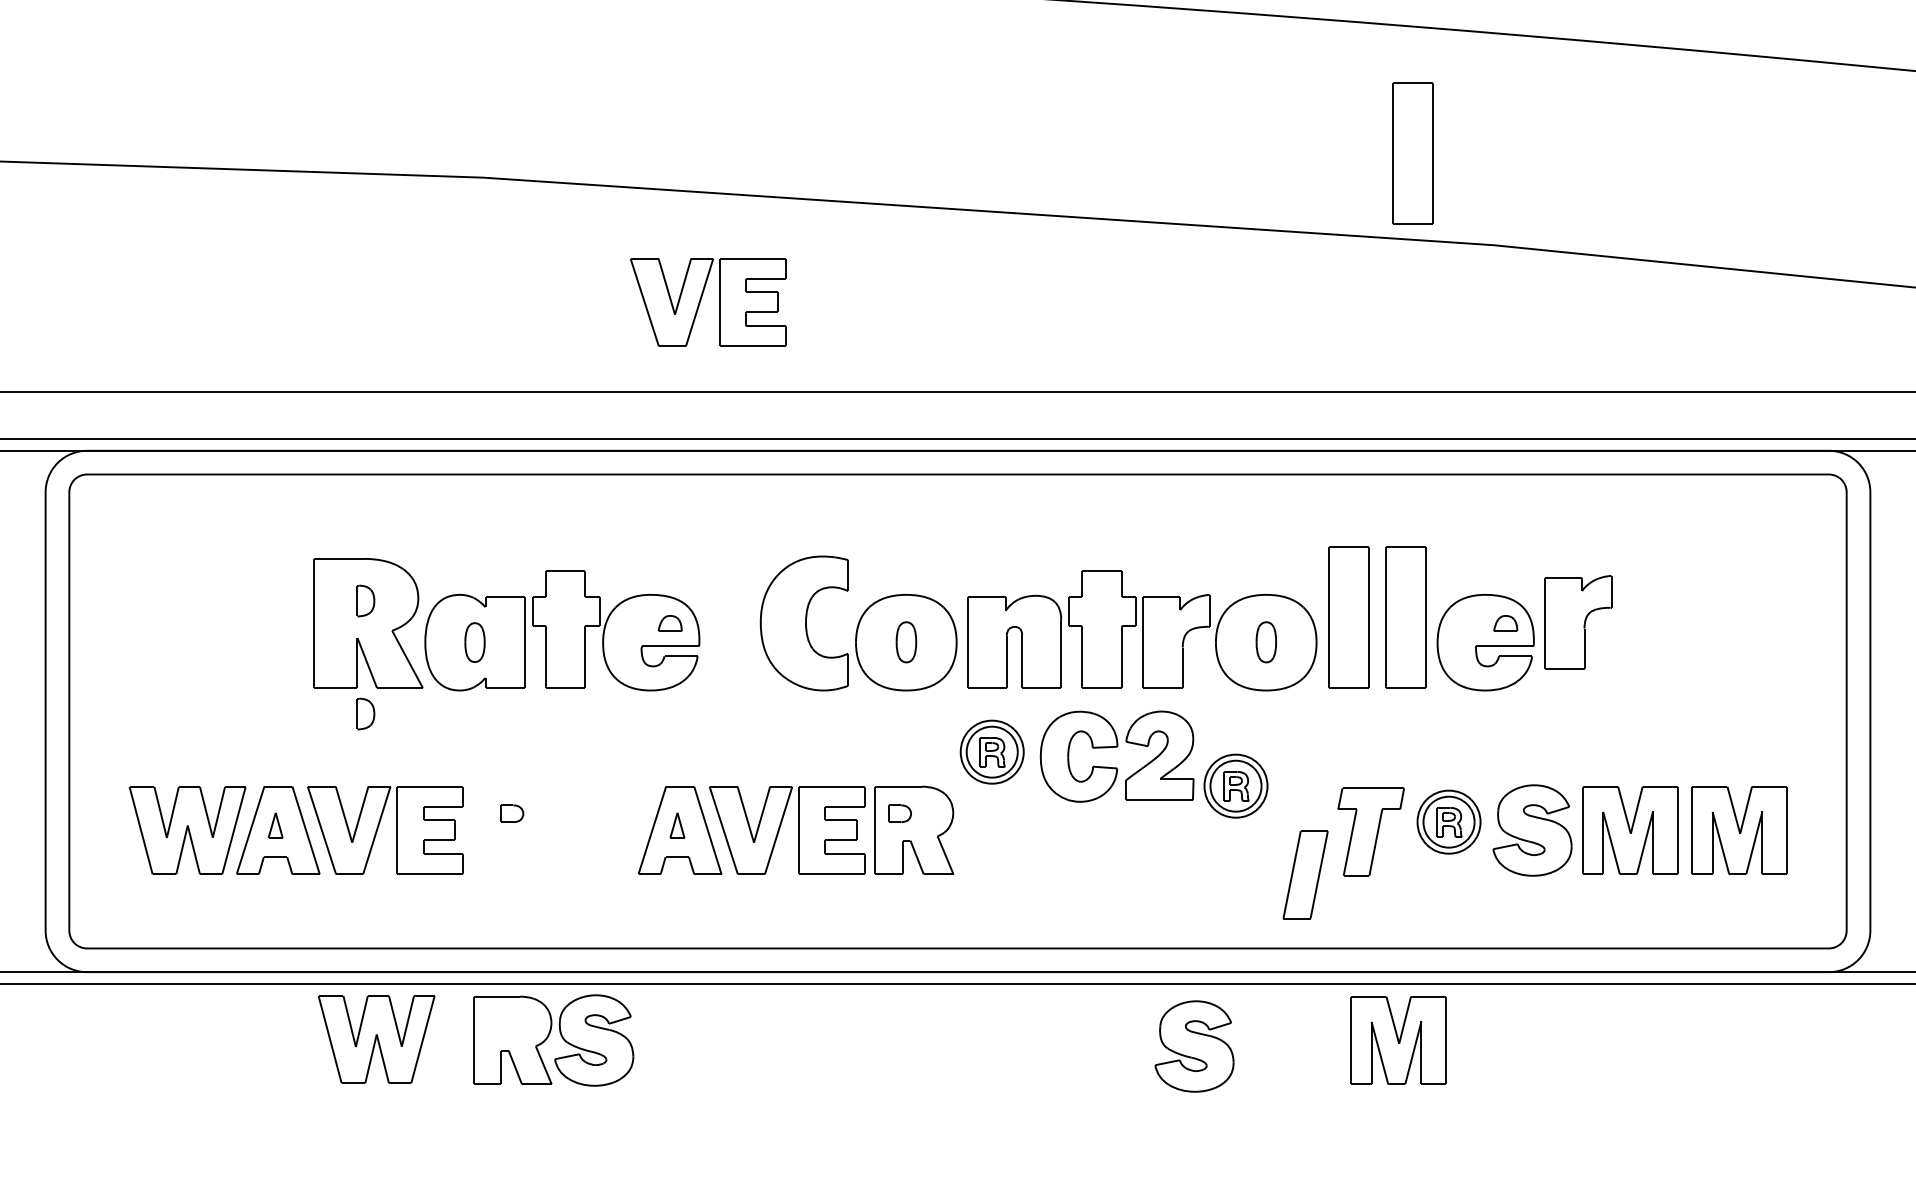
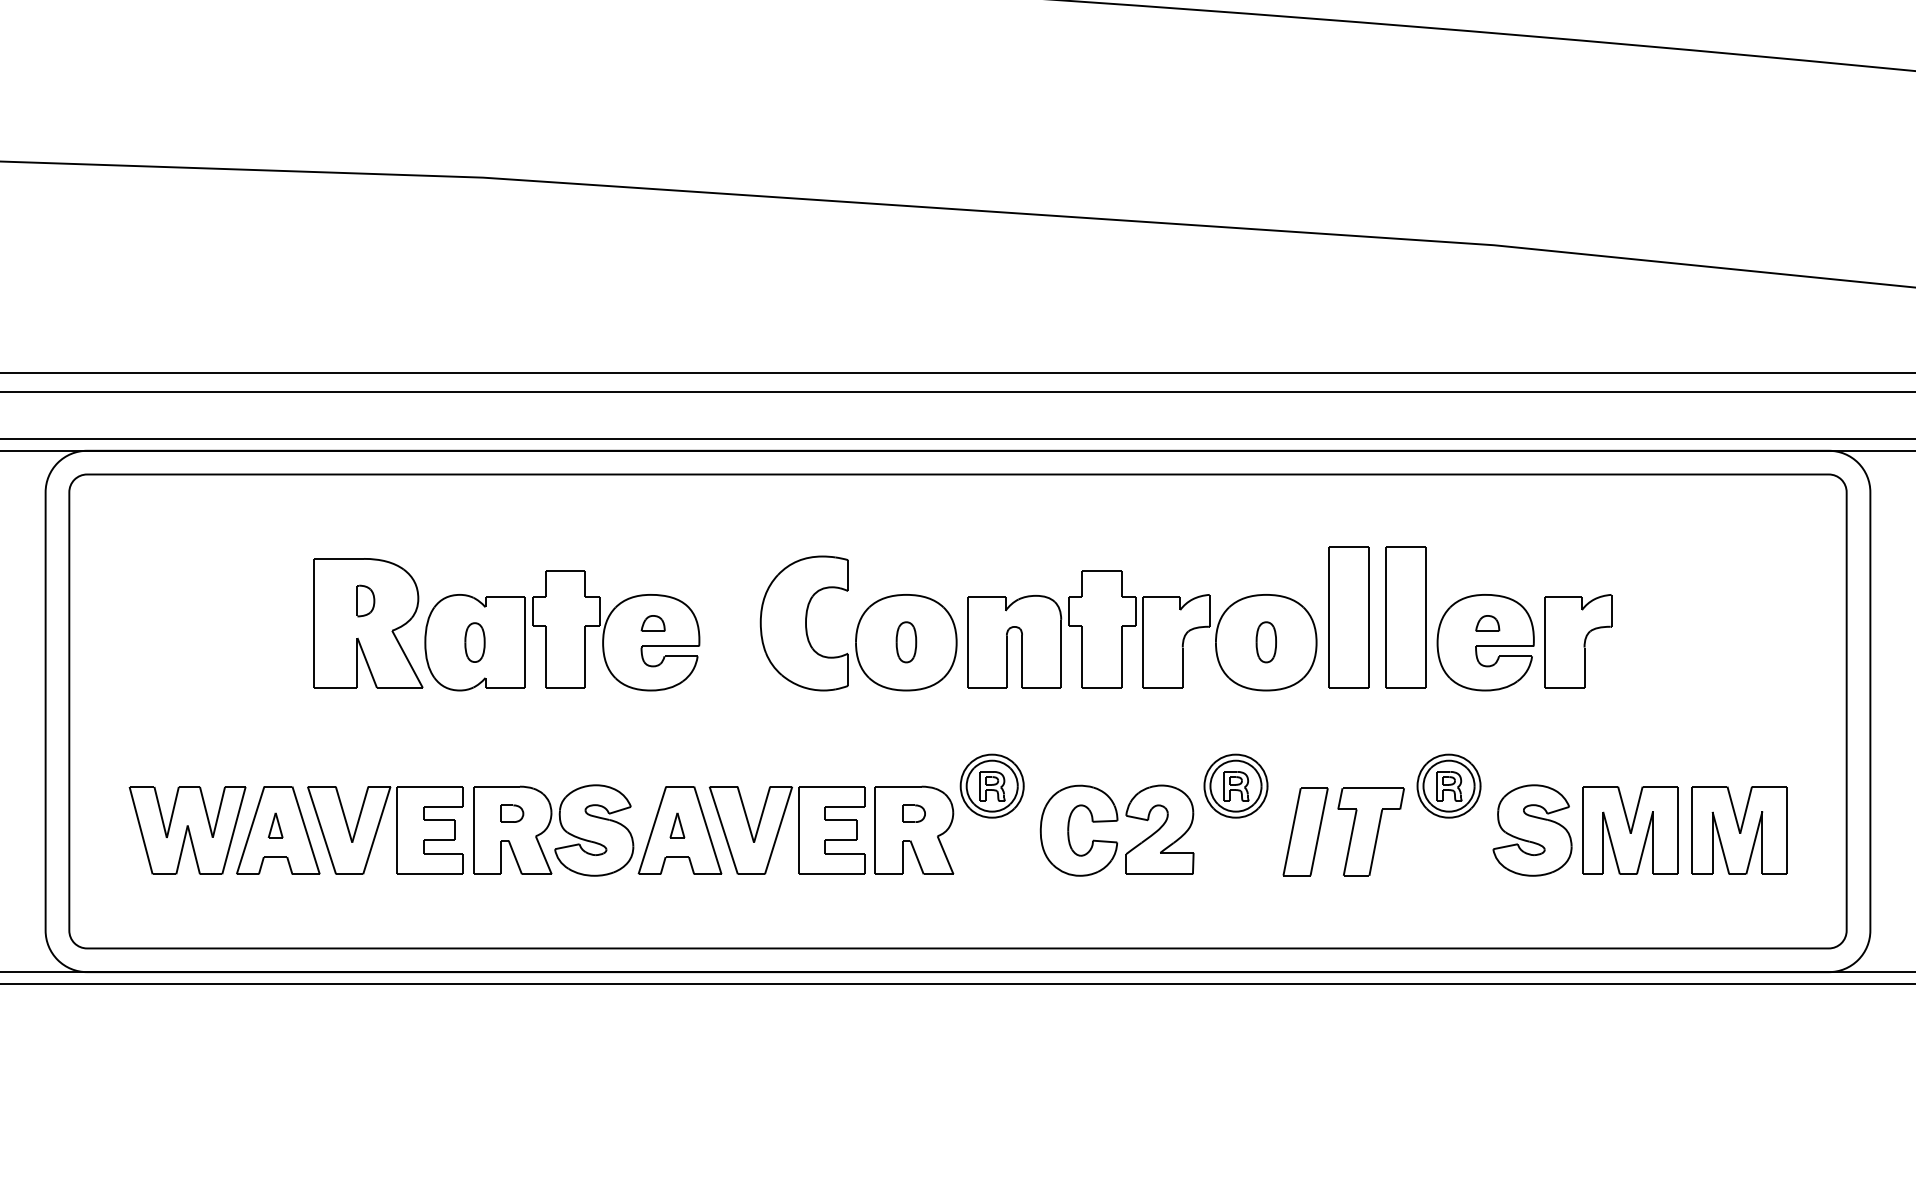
part at (1412, 153): present -> none
part at (701, 300): present -> none
line at (957, 372): none -> present
part at (1578, 622) position: (1578, 622) -> (1578, 641)
part at (669, 623) position: (669, 623) -> (652, 623)
part at (1505, 623) position: (1505, 623) -> (1487, 623)
part at (365, 713): present -> none
part at (1116, 747) position: (1116, 747) -> (1116, 821)
part at (991, 751) position: (991, 751) -> (991, 785)
part at (899, 813) position: (899, 813) -> (913, 813)
part at (1448, 821) position: (1448, 821) -> (1448, 785)
part at (1305, 874) position: (1305, 874) -> (1305, 831)
part at (376, 1039): present -> none
part at (553, 1040) position: (553, 1040) -> (553, 830)
part at (1398, 1040): present -> none
part at (1194, 1046): present -> none
